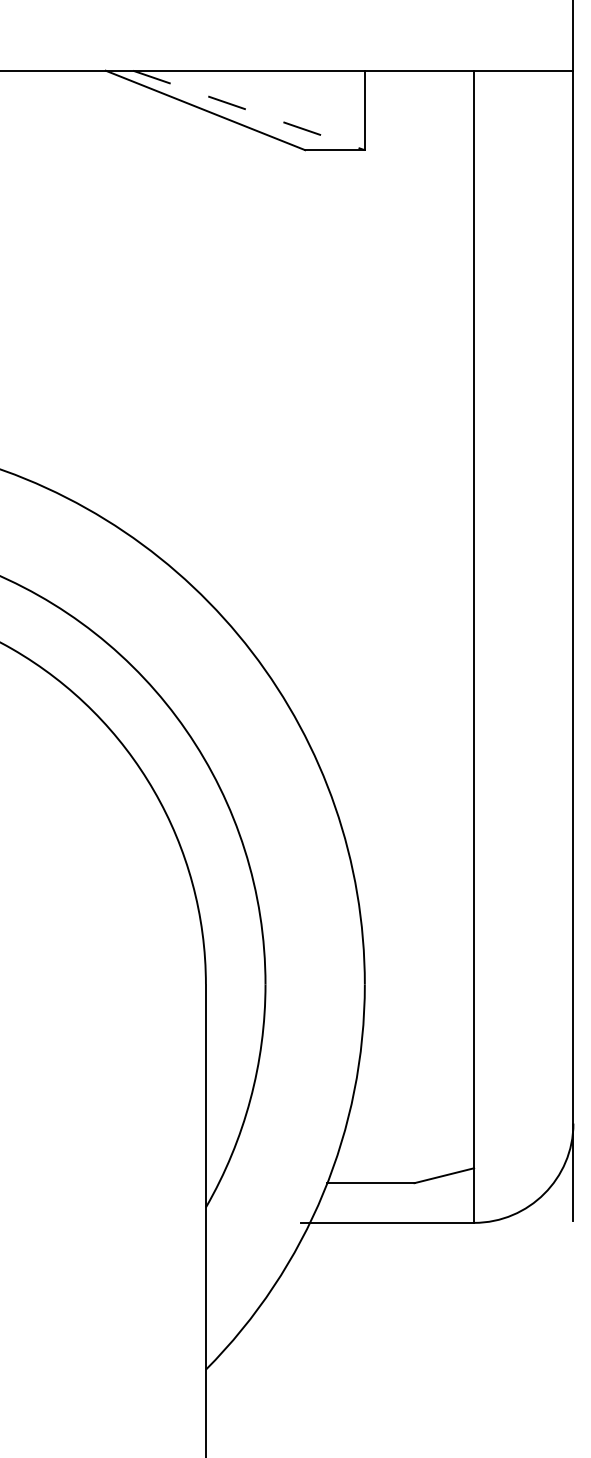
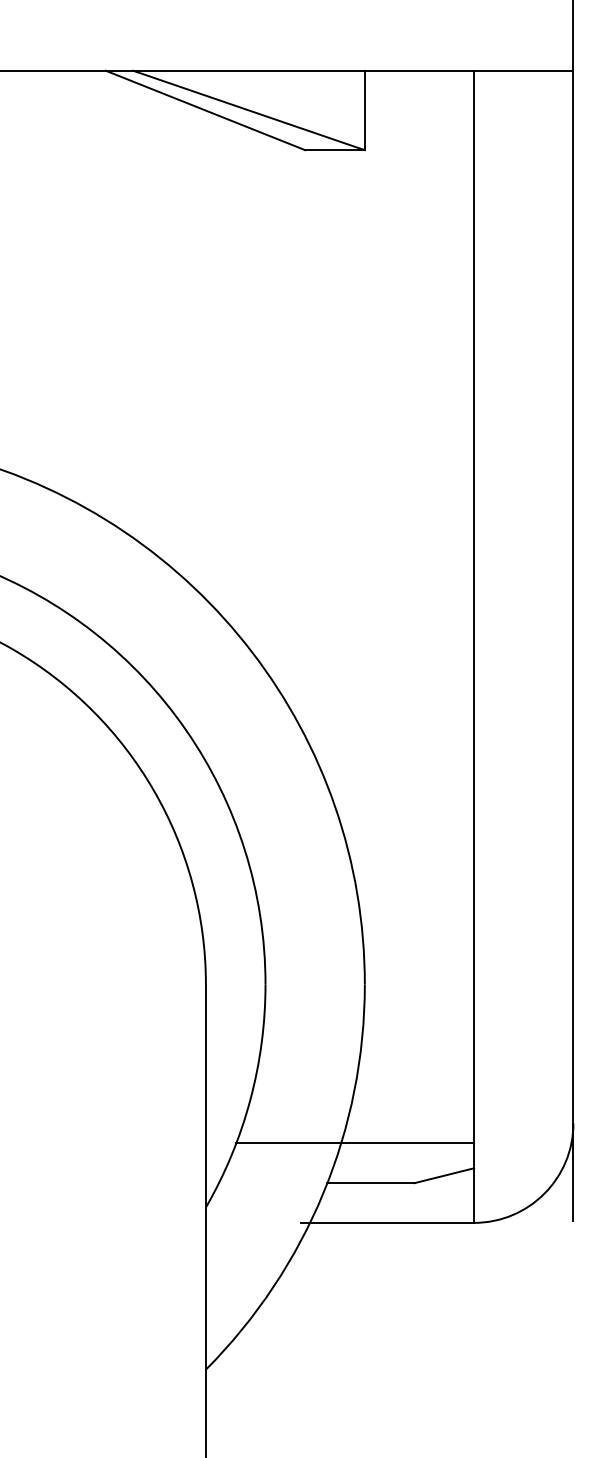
line at (248, 110): dashed -> solid
line at (354, 1143): none -> present
